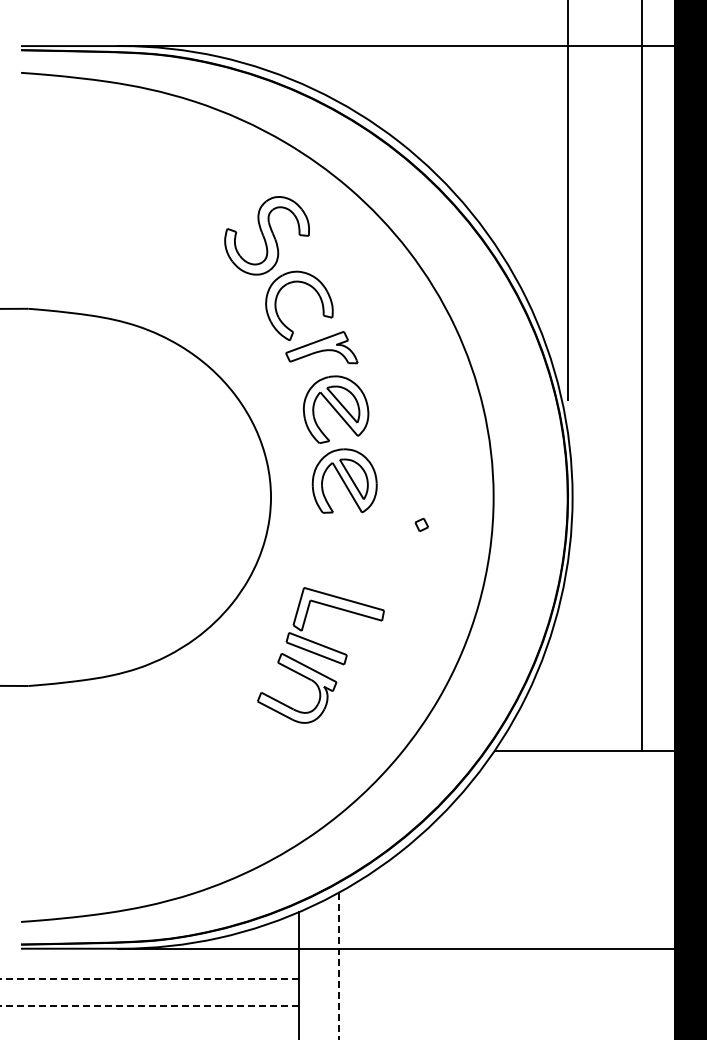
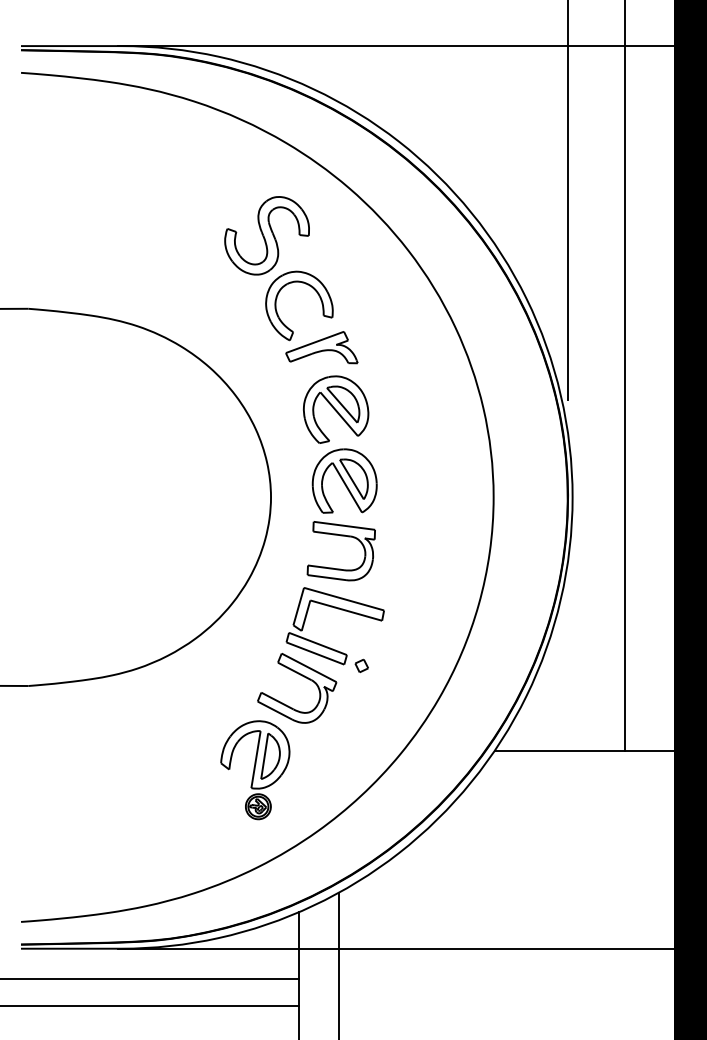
line at (642, 376) position: (642, 376) -> (625, 376)
part at (421, 524) position: (421, 524) -> (361, 665)
part at (340, 536): none -> present
part at (255, 770): none -> present
line at (339, 965): dashed -> solid
line at (149, 978): dashed -> solid
line at (149, 1006): dashed -> solid
